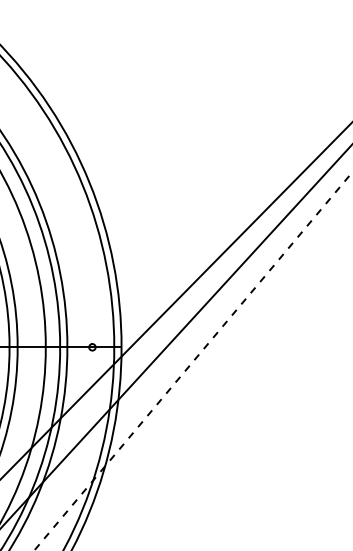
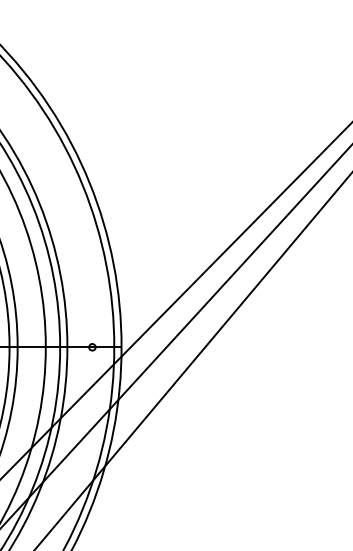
line at (193, 361): dashed -> solid
